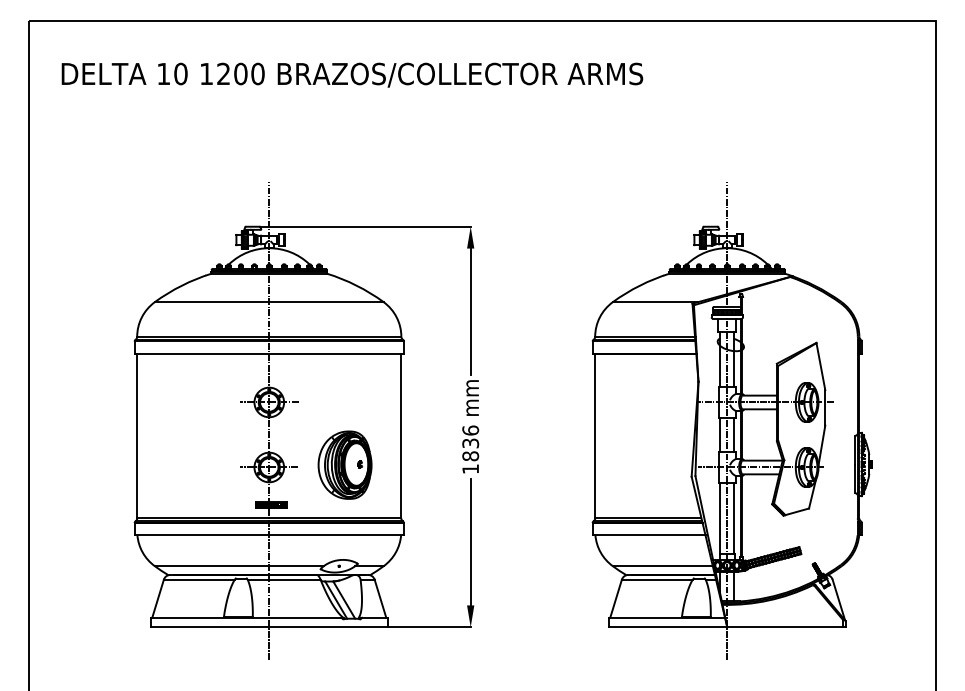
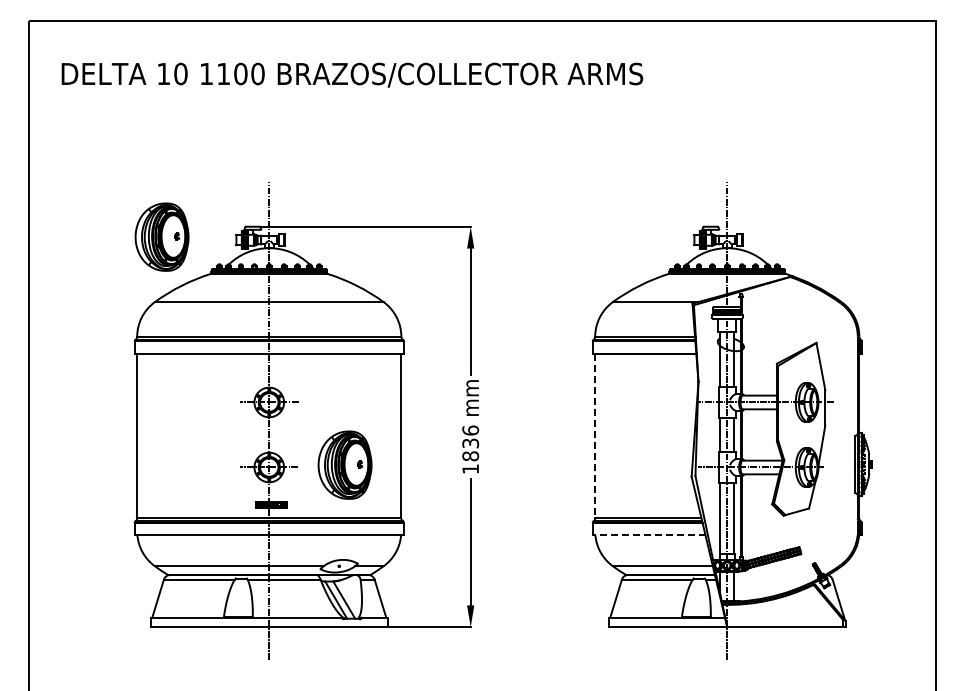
text at (223, 73): 1200 -> 1100
part at (161, 236): none -> present
line at (595, 436): solid -> dashed
line at (648, 535): solid -> dashed
